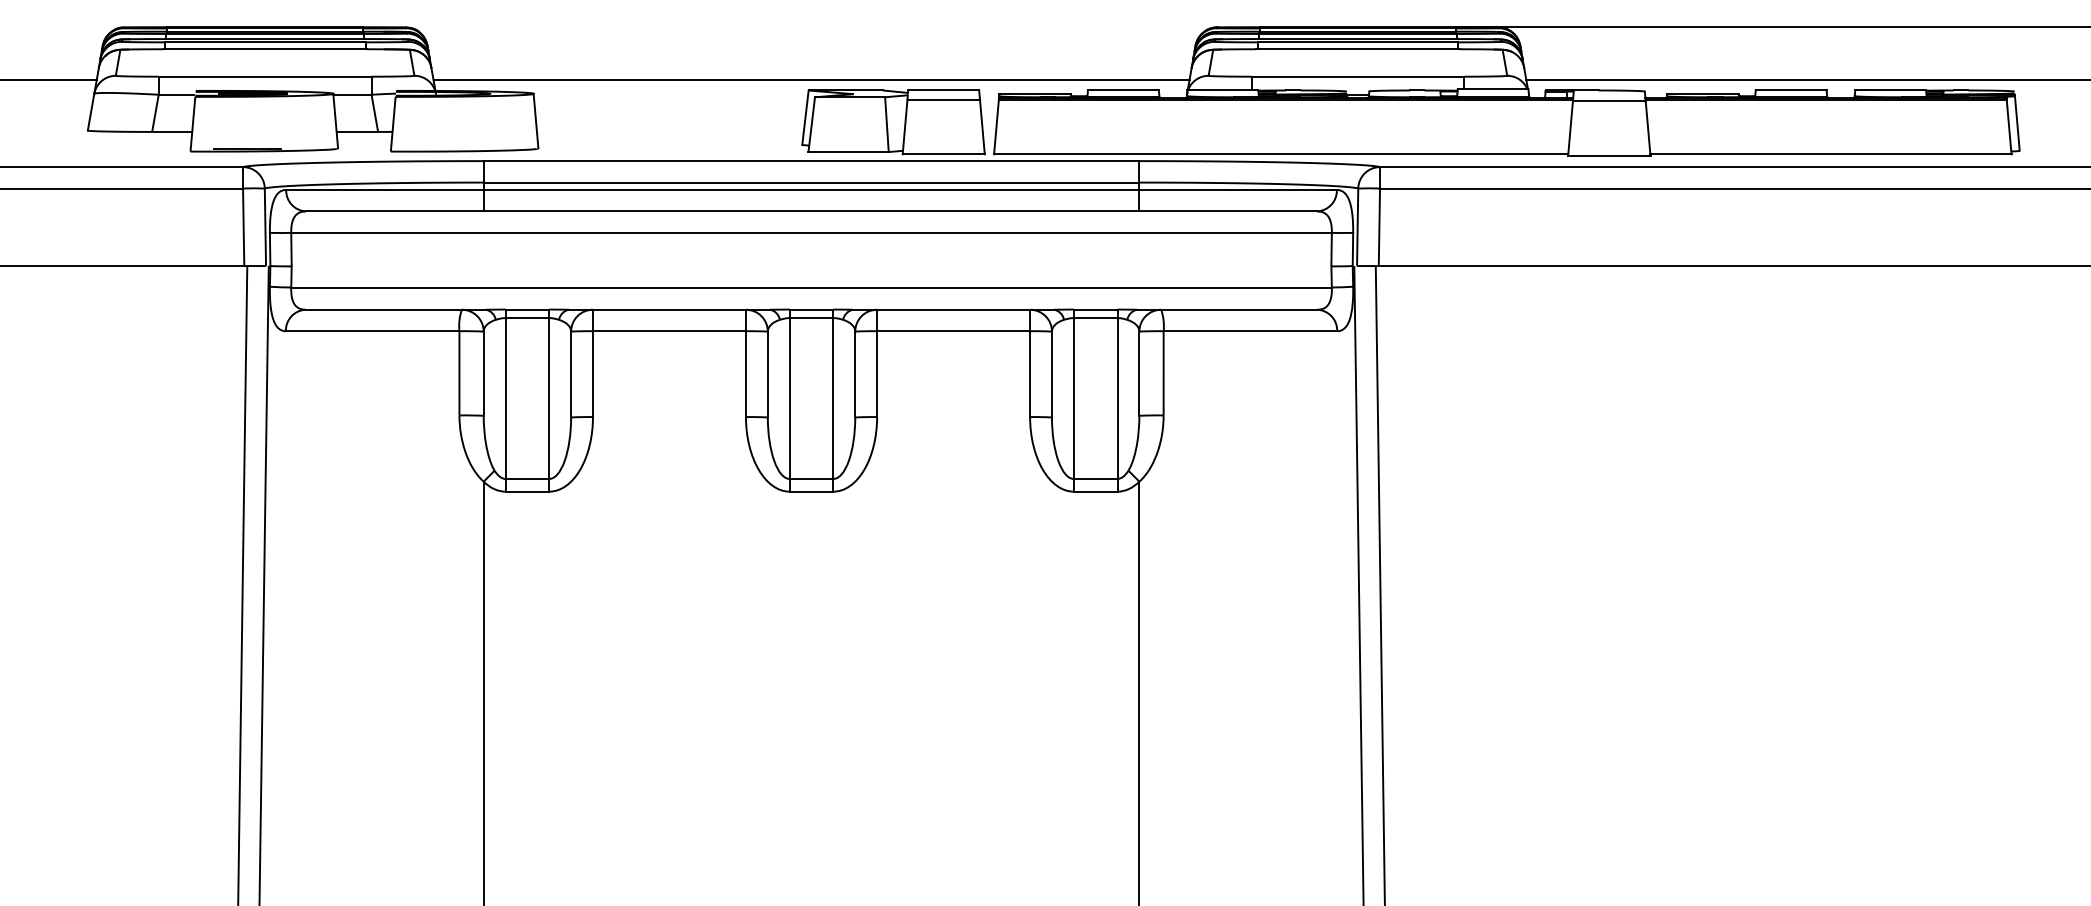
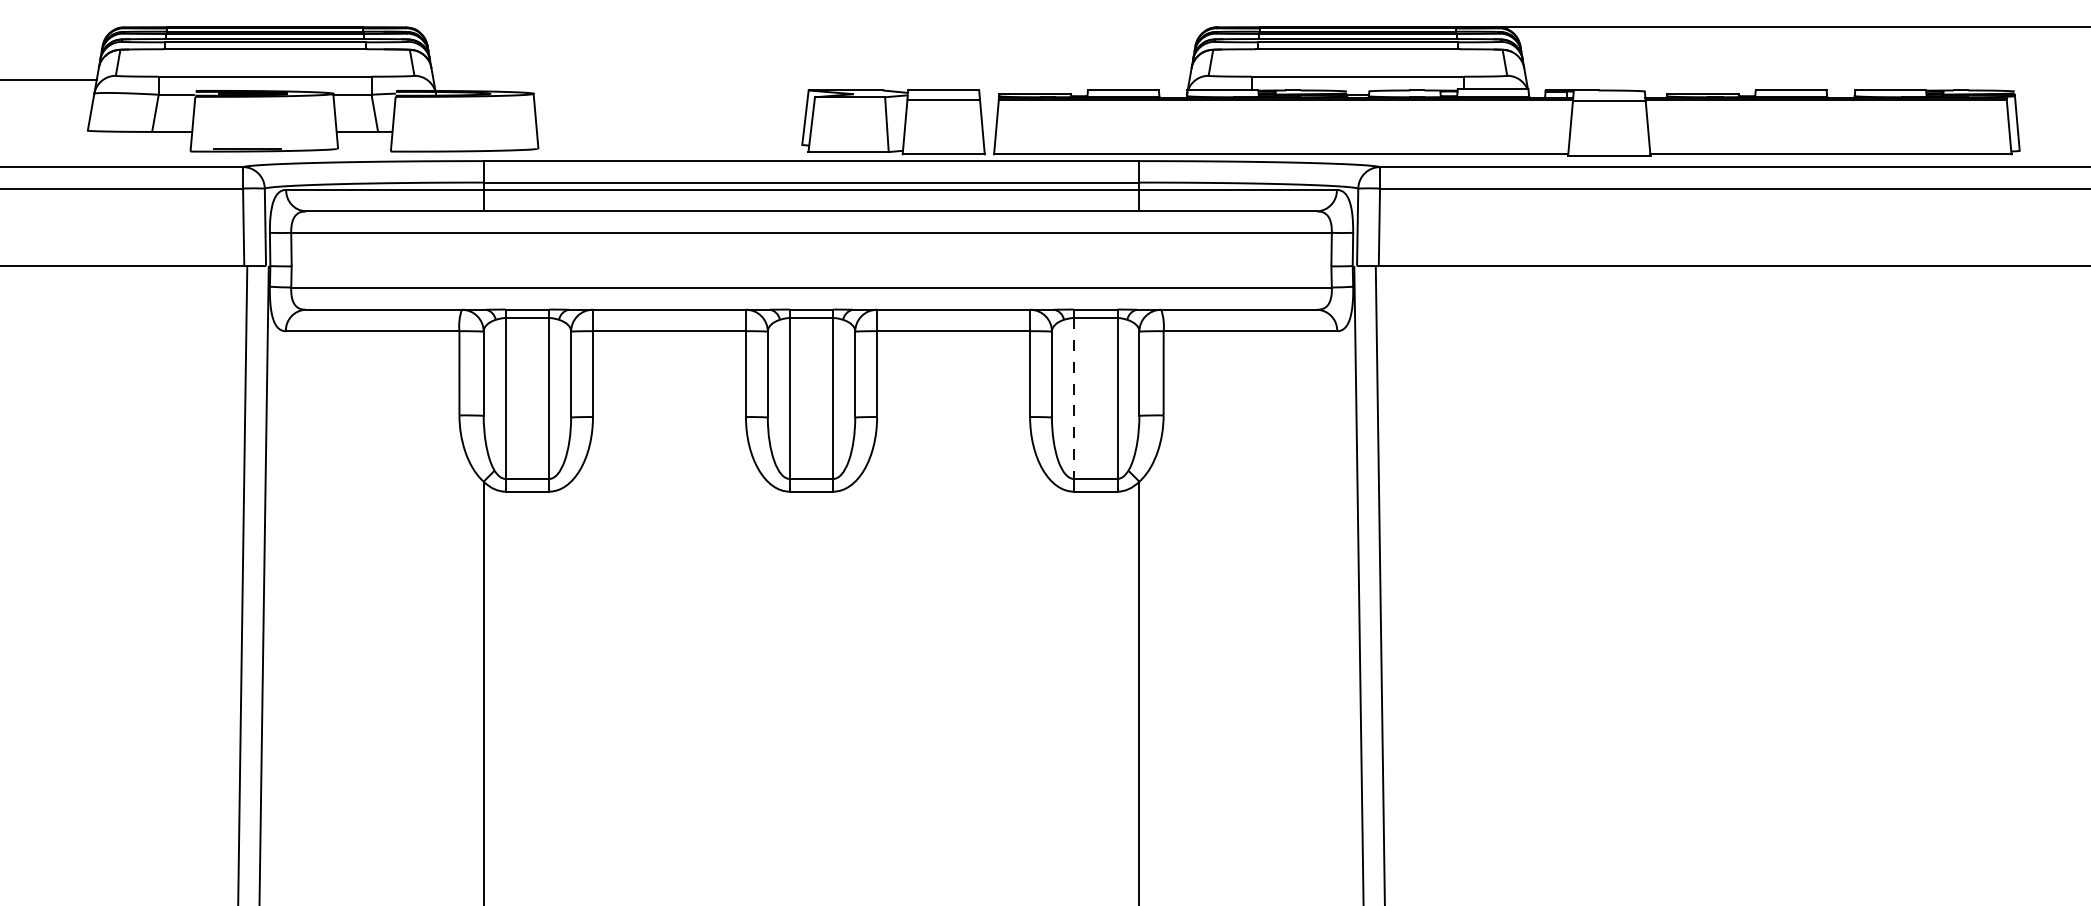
line at (811, 80): present -> none
line at (1806, 80): present -> none
line at (1073, 399): solid -> dashed
